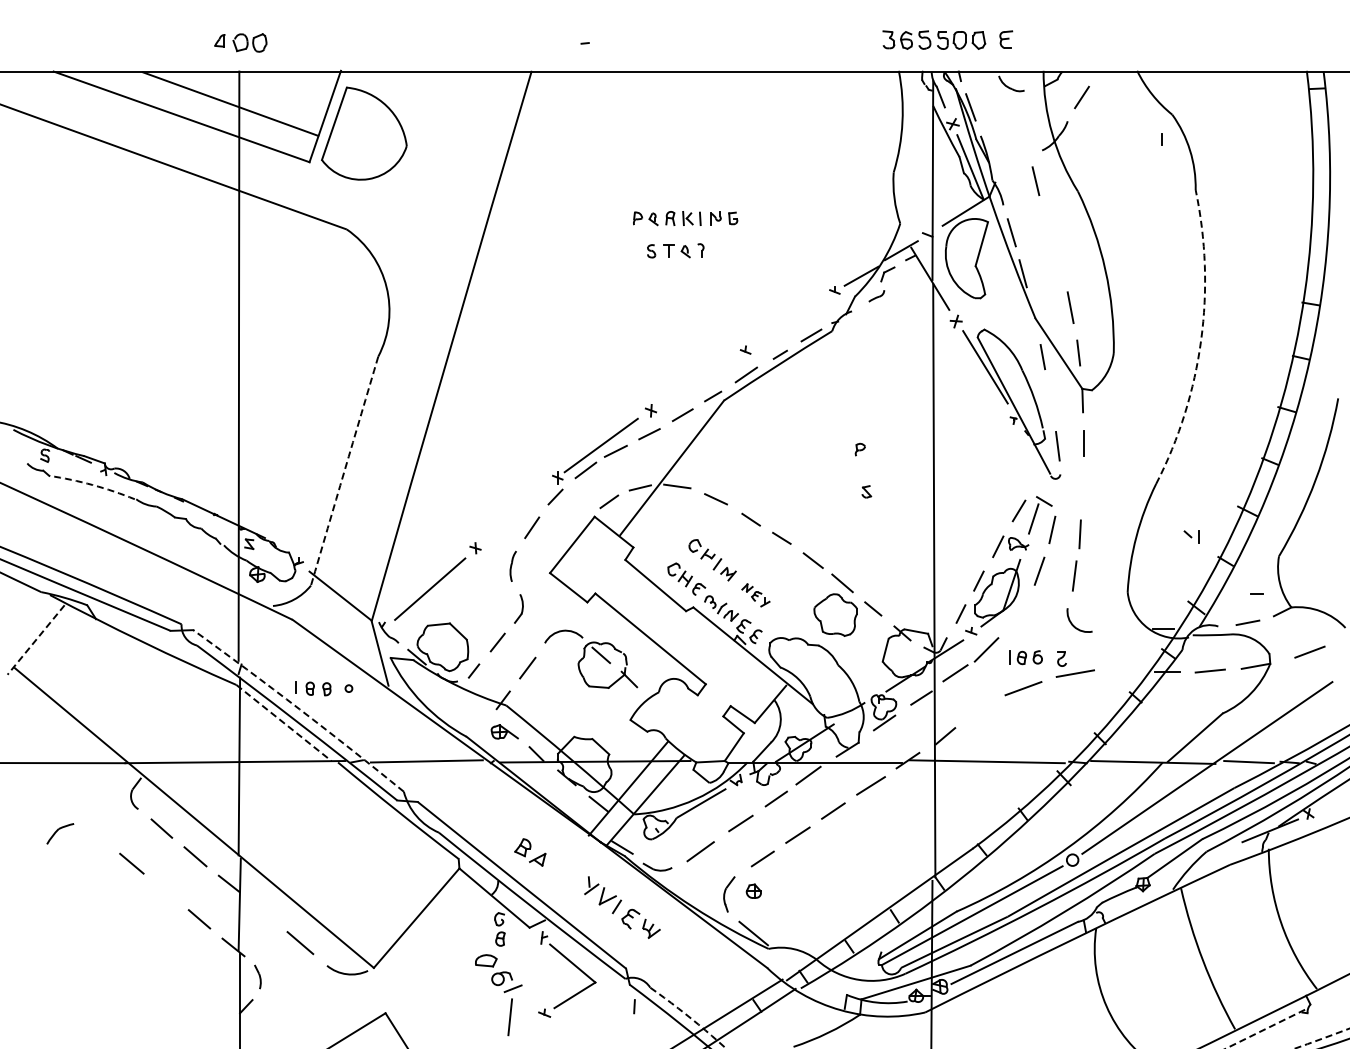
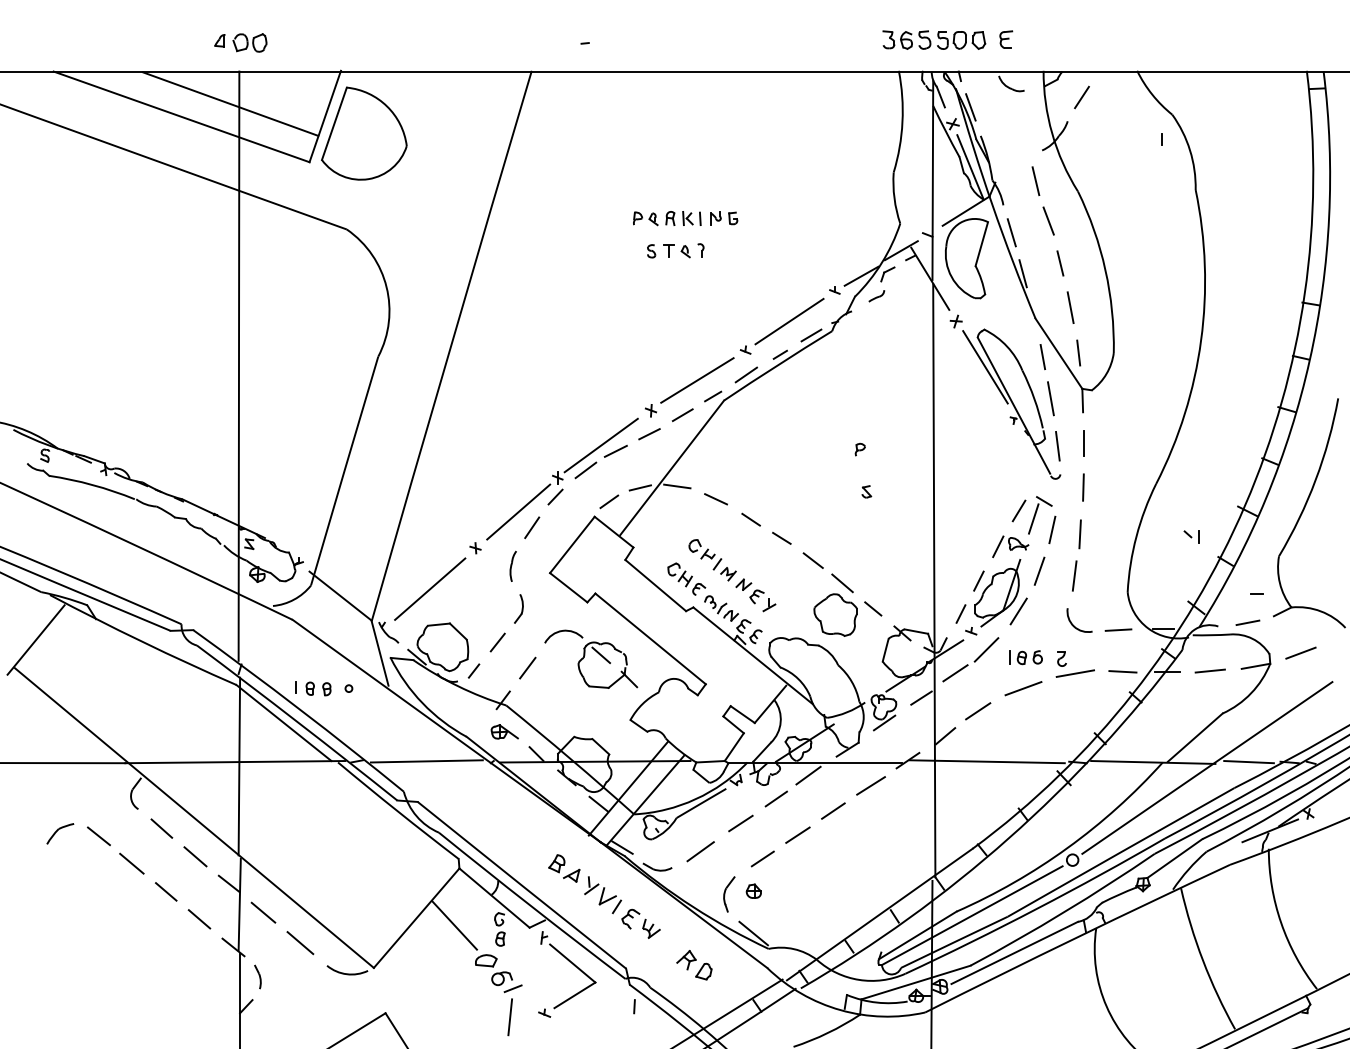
line at (1048, 220): none -> present
line at (1060, 263): none -> present
line at (789, 321): none -> present
arc at (1201, 340): dashed -> solid
line at (697, 380): none -> present
line at (1050, 398): none -> present
arc at (344, 471): dashed -> solid
arc at (92, 485): dashed -> solid
line at (1083, 487): none -> present
line at (518, 511): none -> present
part at (755, 595) size: 30x25 px -> 42x35 px
line at (1018, 611): none -> present
line at (1118, 629): none -> present
line at (36, 640): dashed -> solid
line at (1309, 651) position: (1309, 651) -> (1300, 652)
line at (1122, 671): none -> present
arc at (299, 709): dashed -> solid
line at (978, 711): none -> present
line at (283, 723): dashed -> solid
line at (98, 836): none -> present
part at (530, 852) position: (530, 852) -> (564, 868)
line at (166, 891): none -> present
line at (263, 912): none -> present
line at (454, 925): none -> present
part at (694, 965): none -> present
arc at (689, 1017): dashed -> solid
line at (1267, 1028): dashed -> solid
arc at (1323, 1038): dashed -> solid
